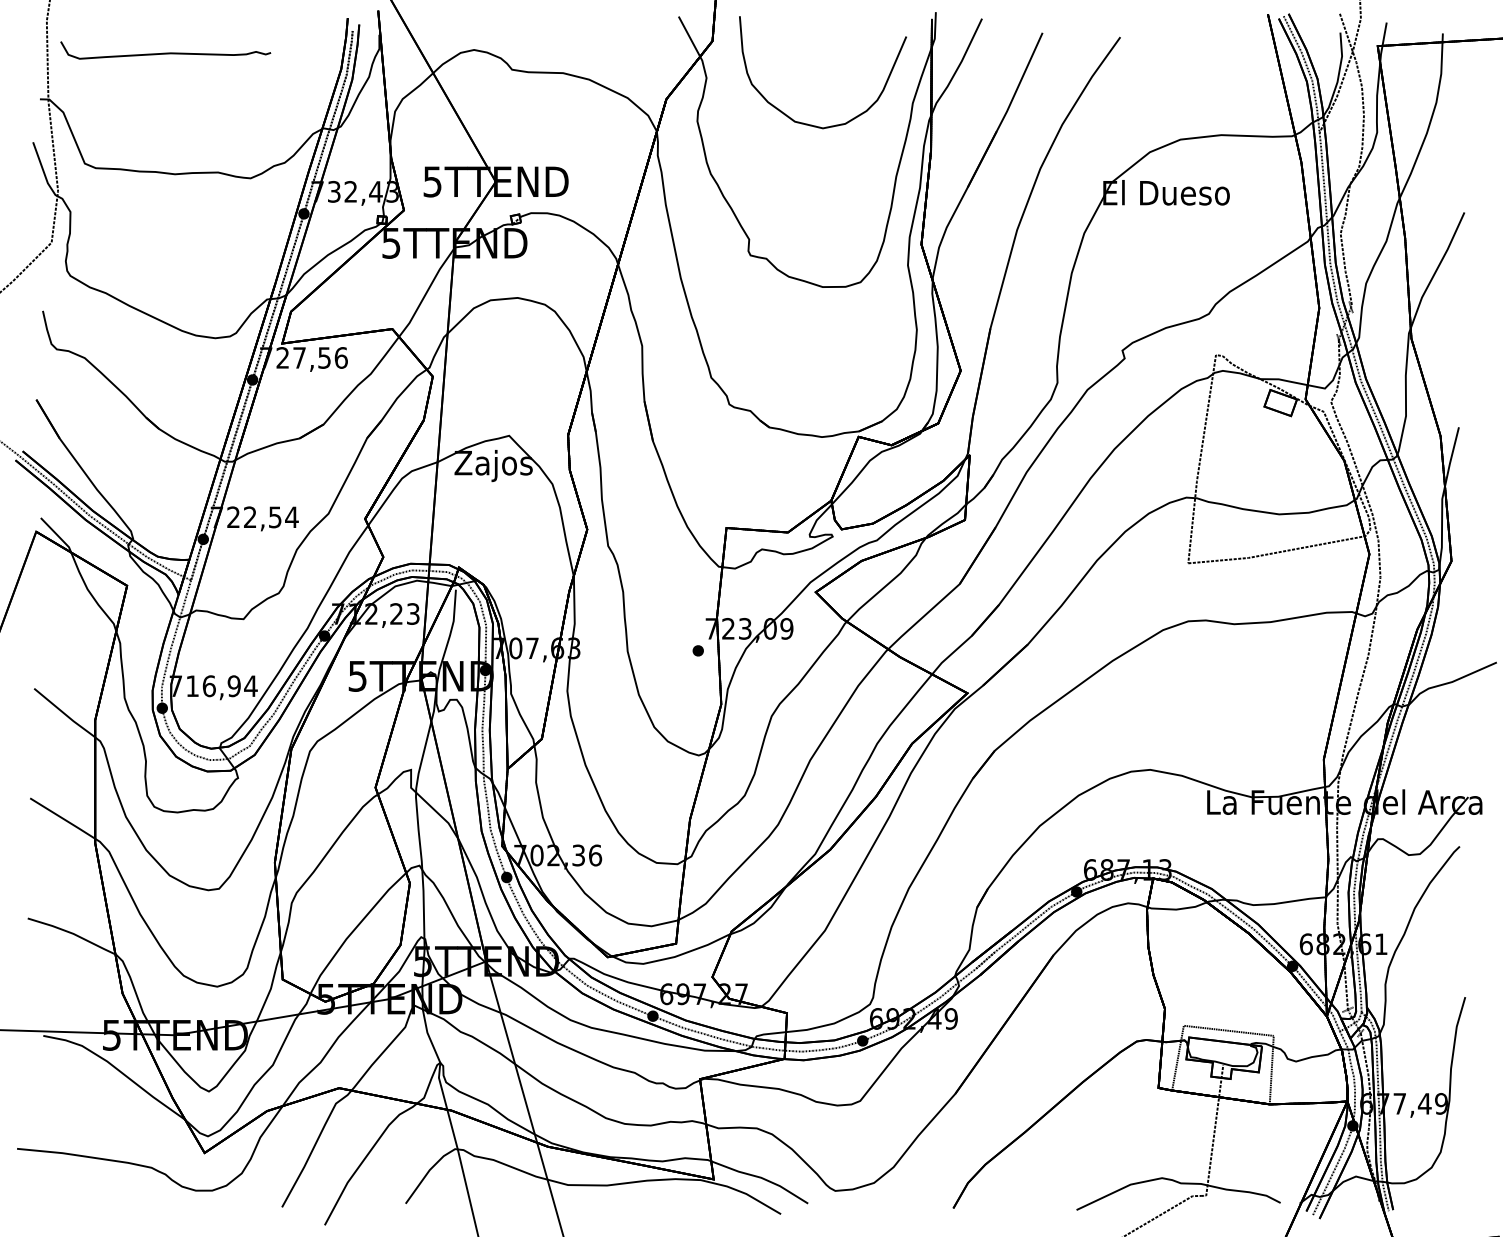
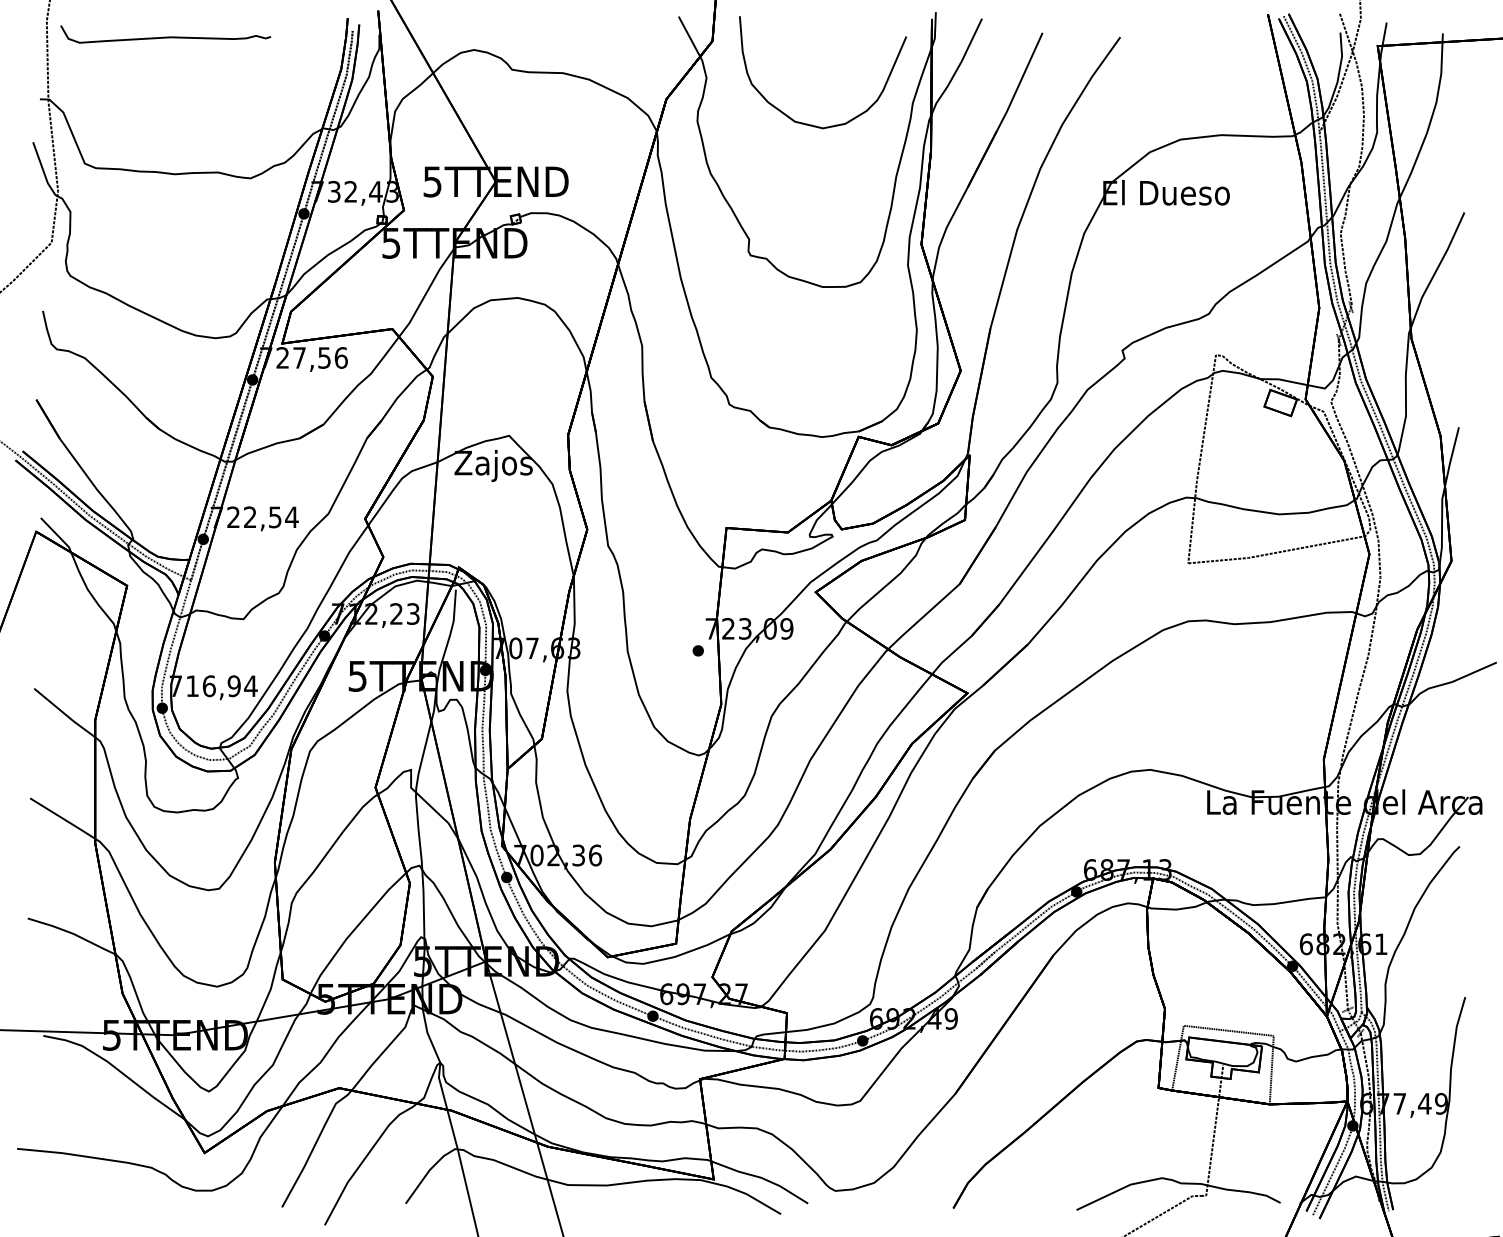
curve at (165, 52) position: (165, 52) -> (165, 36)
